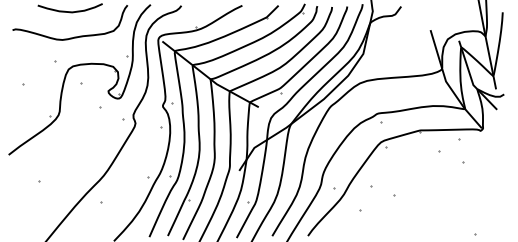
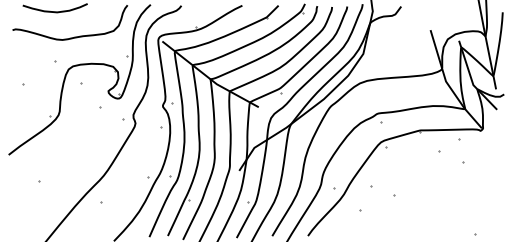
curve at (69, 11) position: (69, 11) -> (54, 11)
